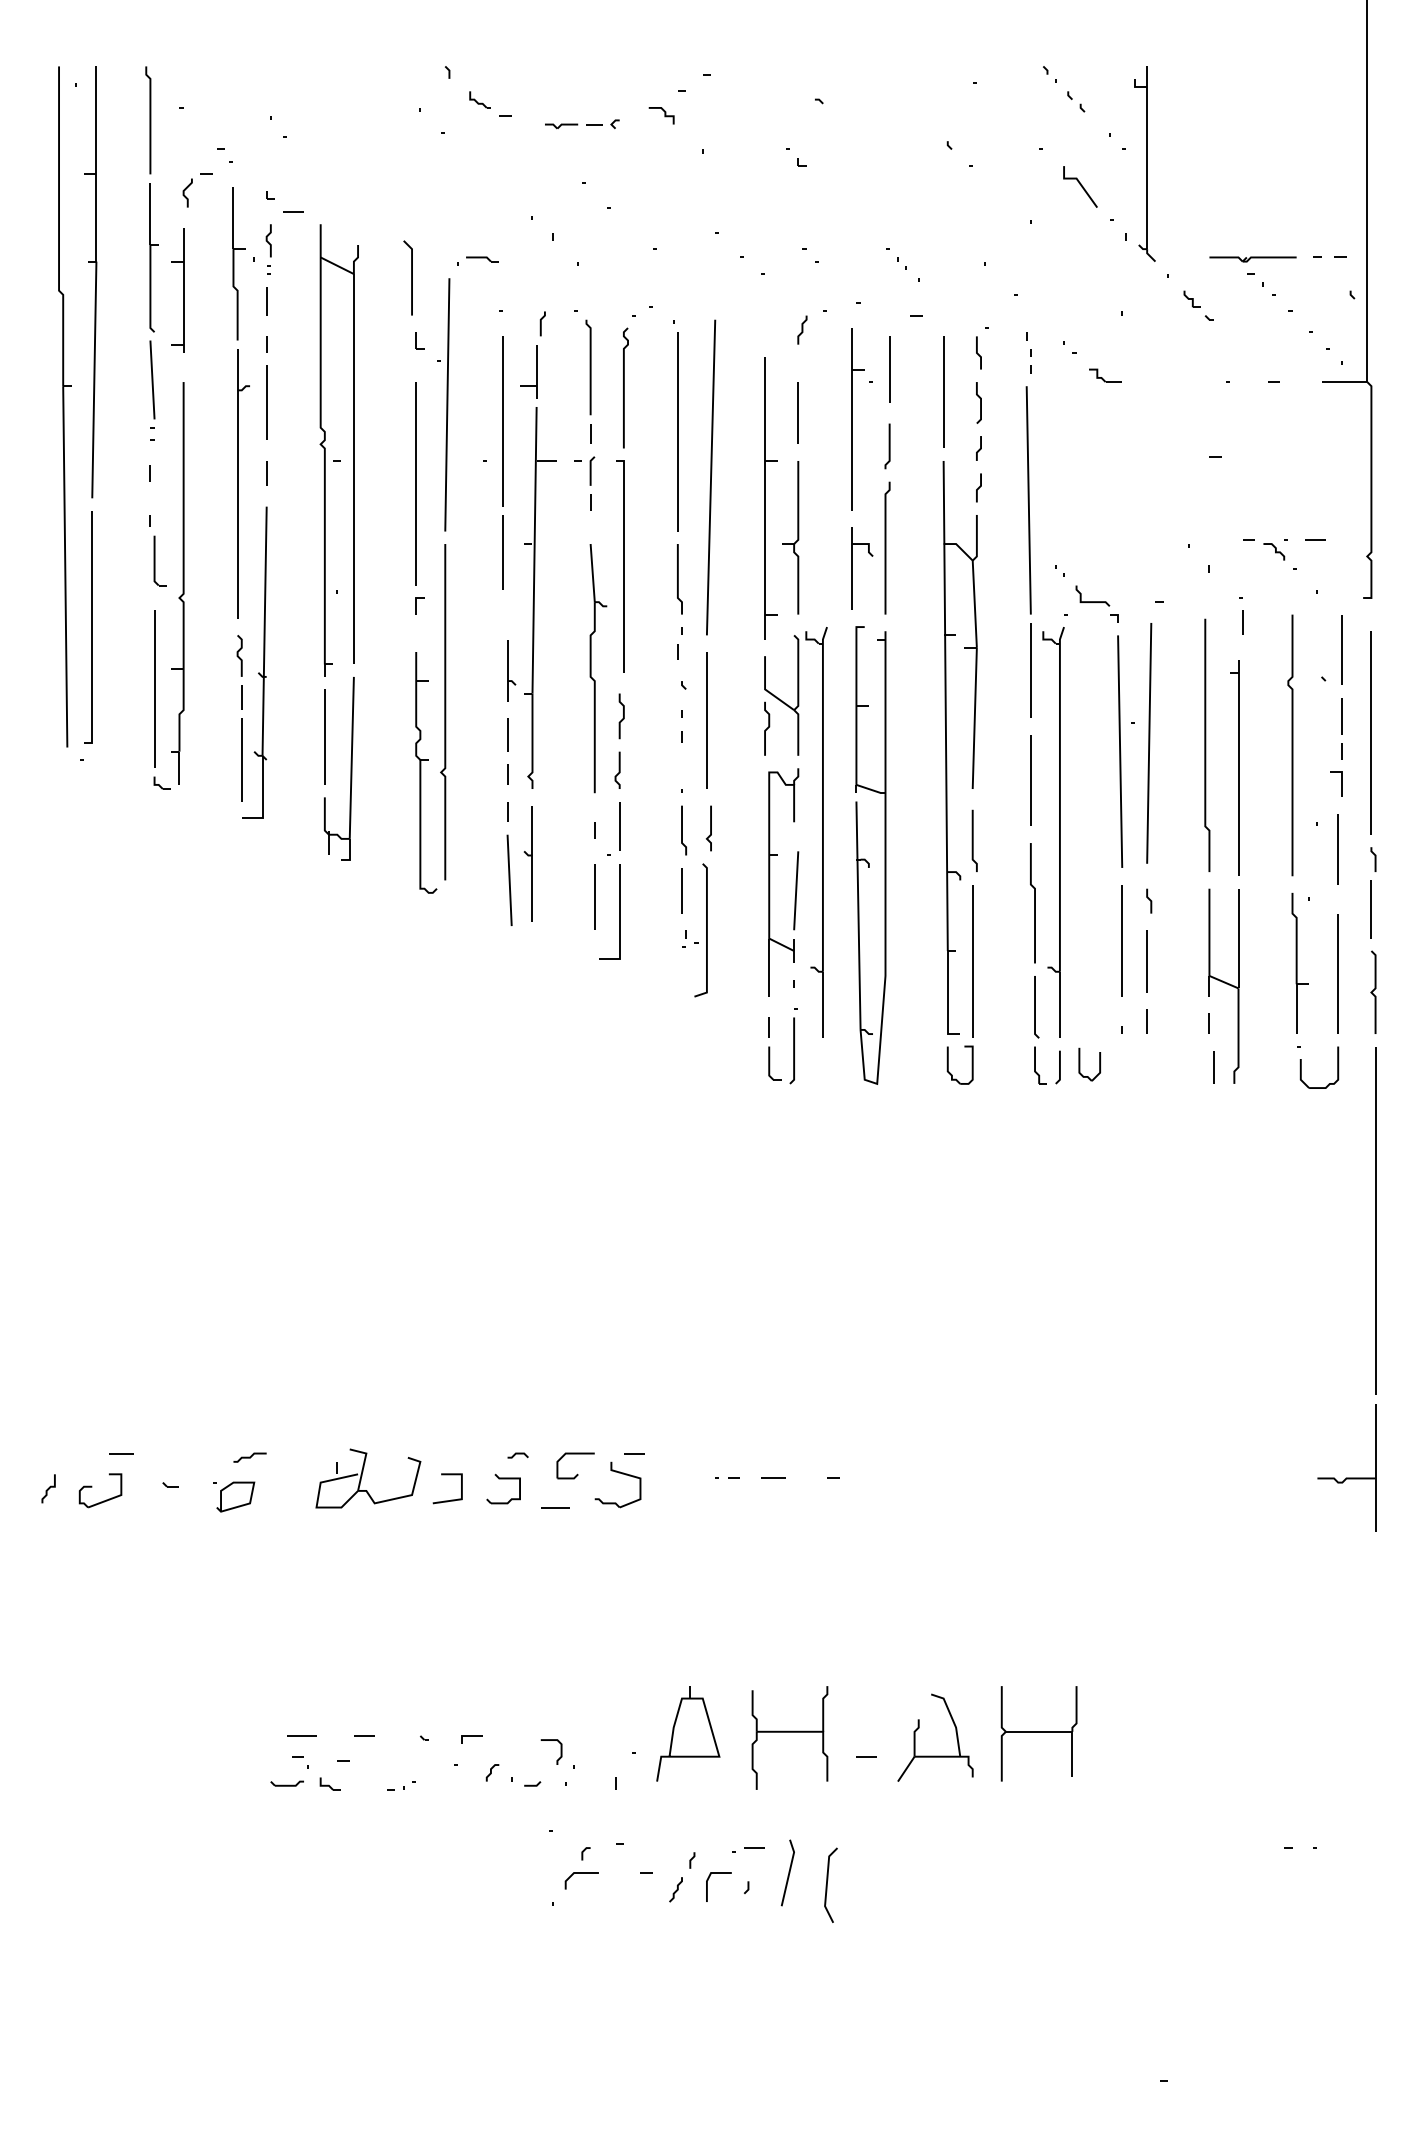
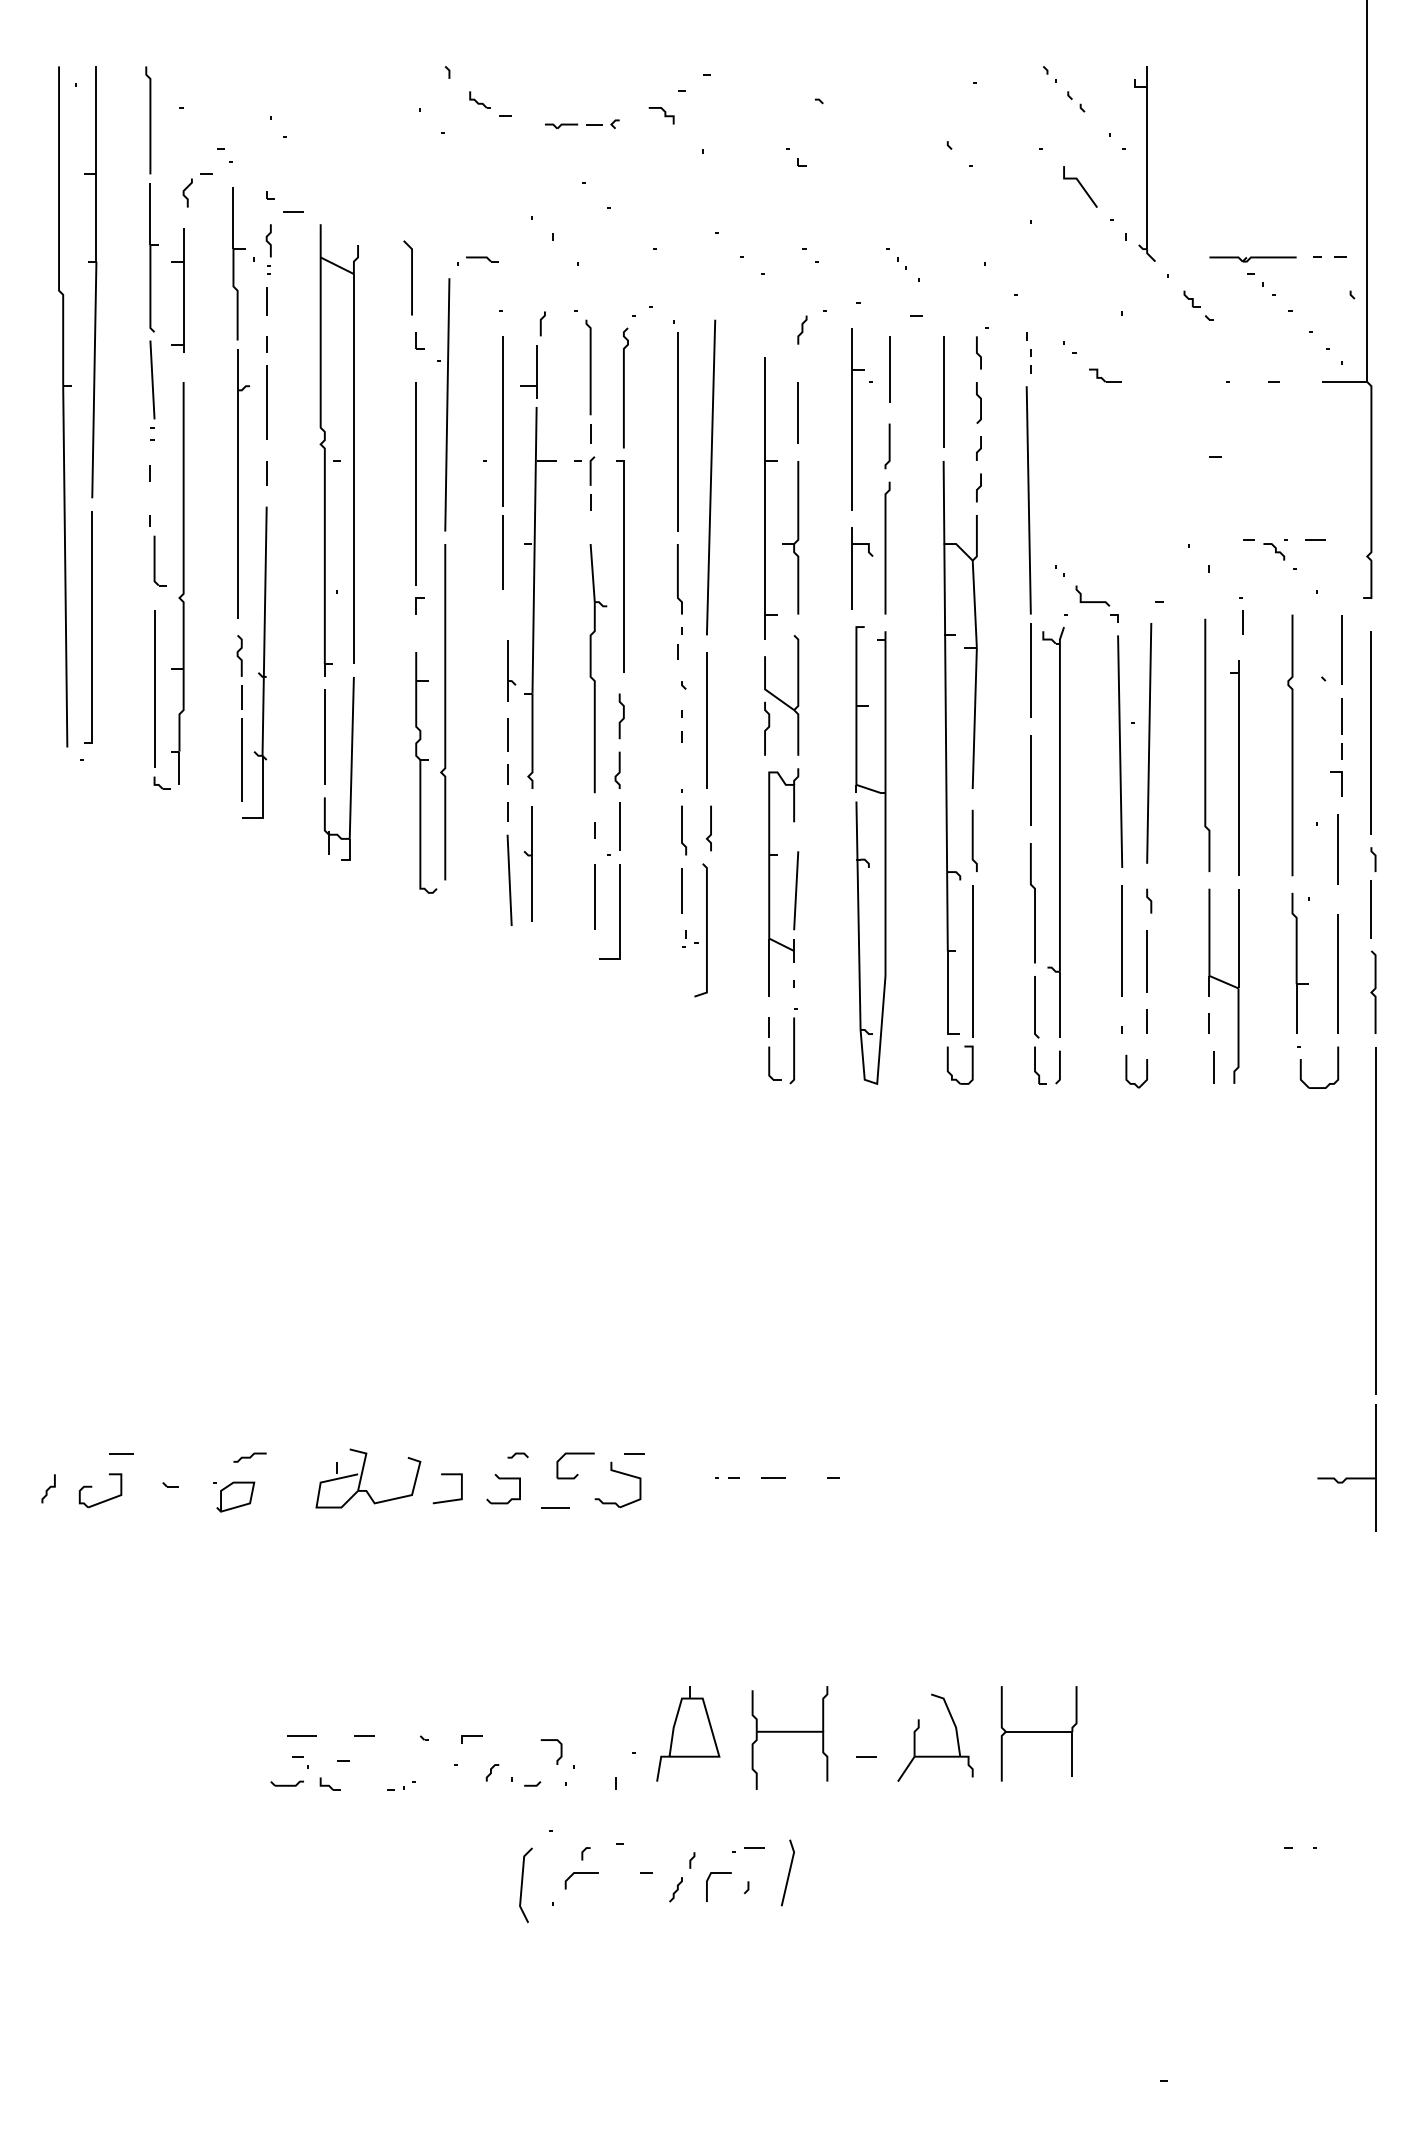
part at (816, 832): present -> none
part at (1080, 1064) position: (1080, 1064) -> (1127, 1071)
line at (827, 1884) position: (827, 1884) -> (522, 1884)
